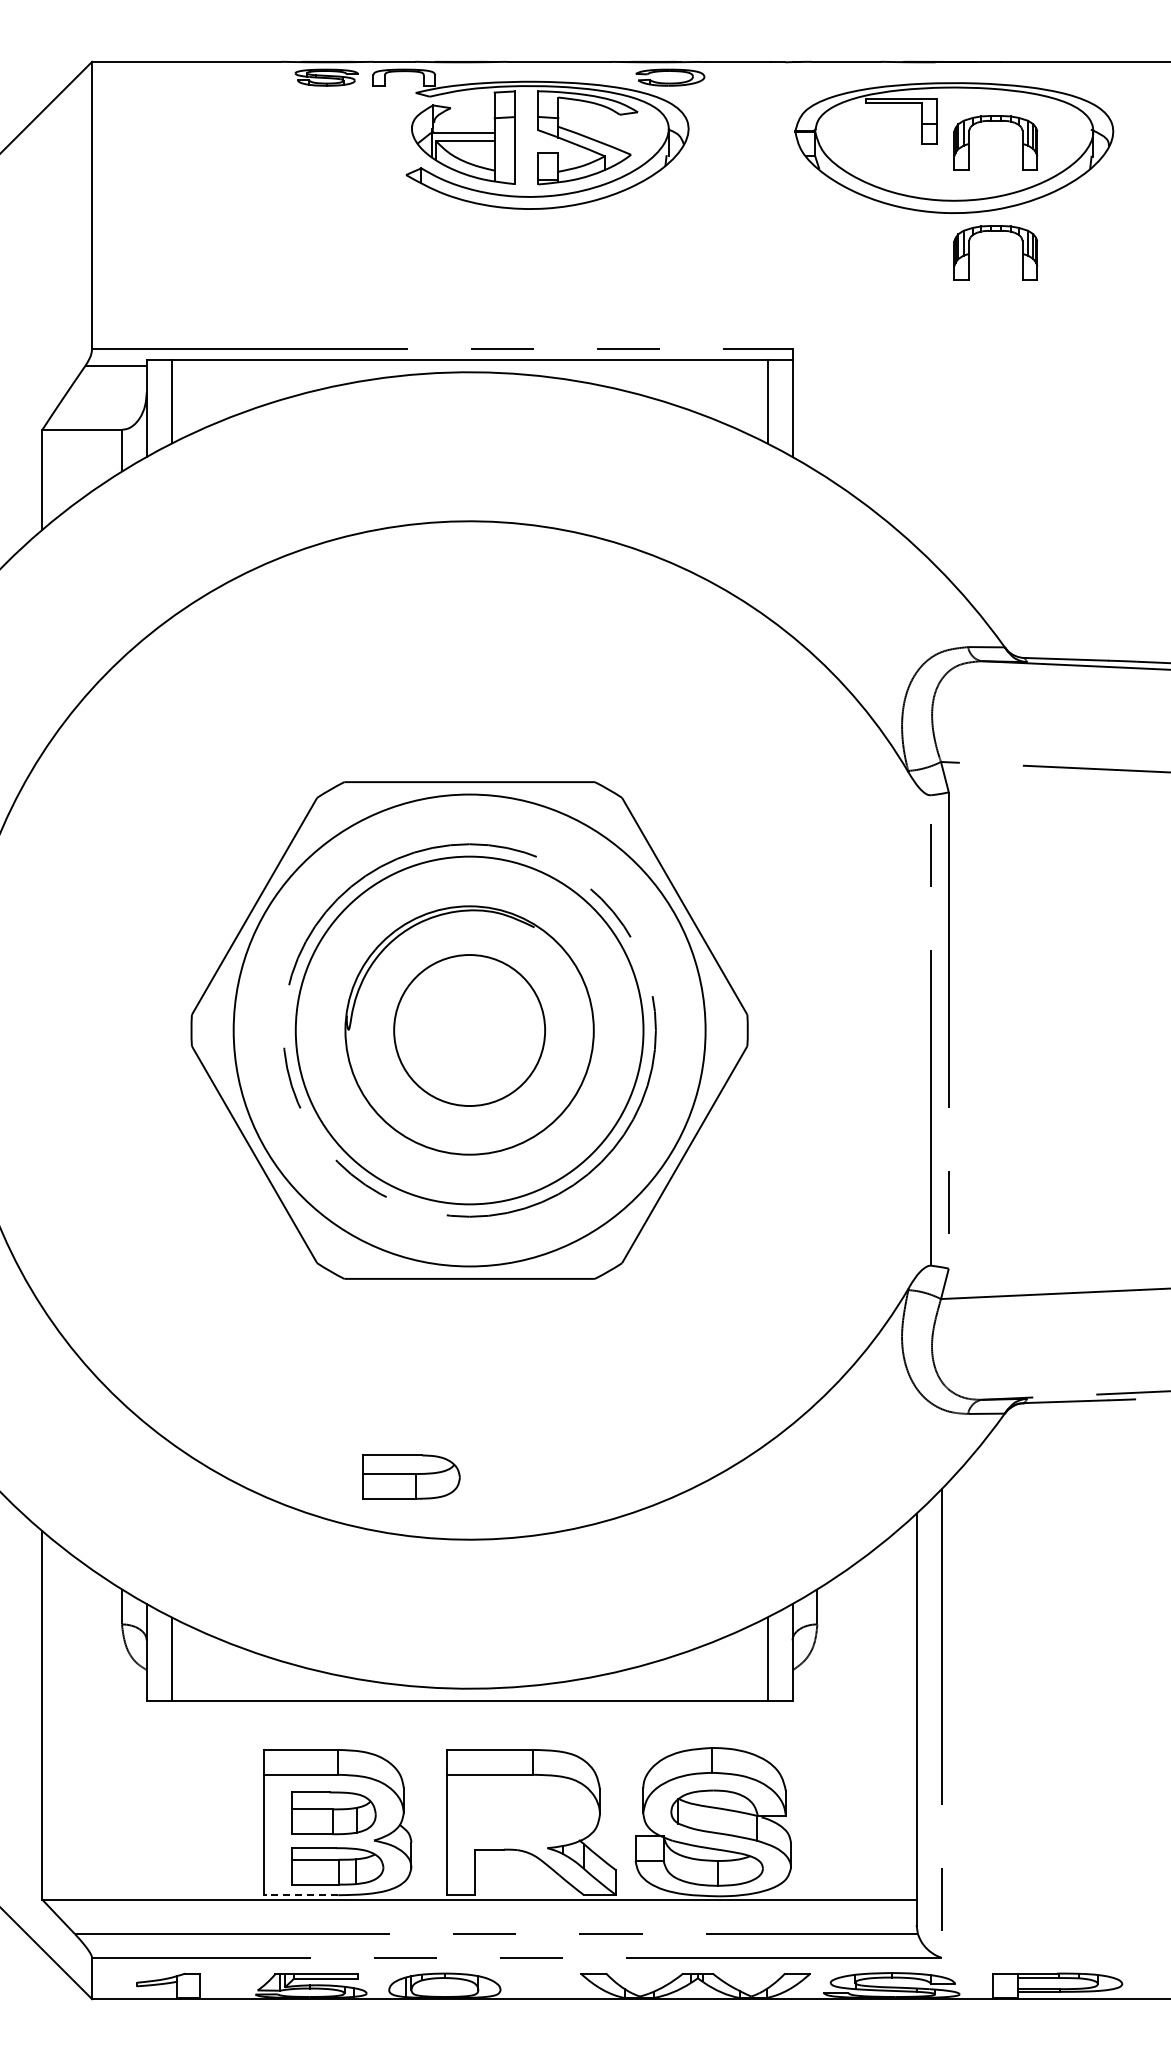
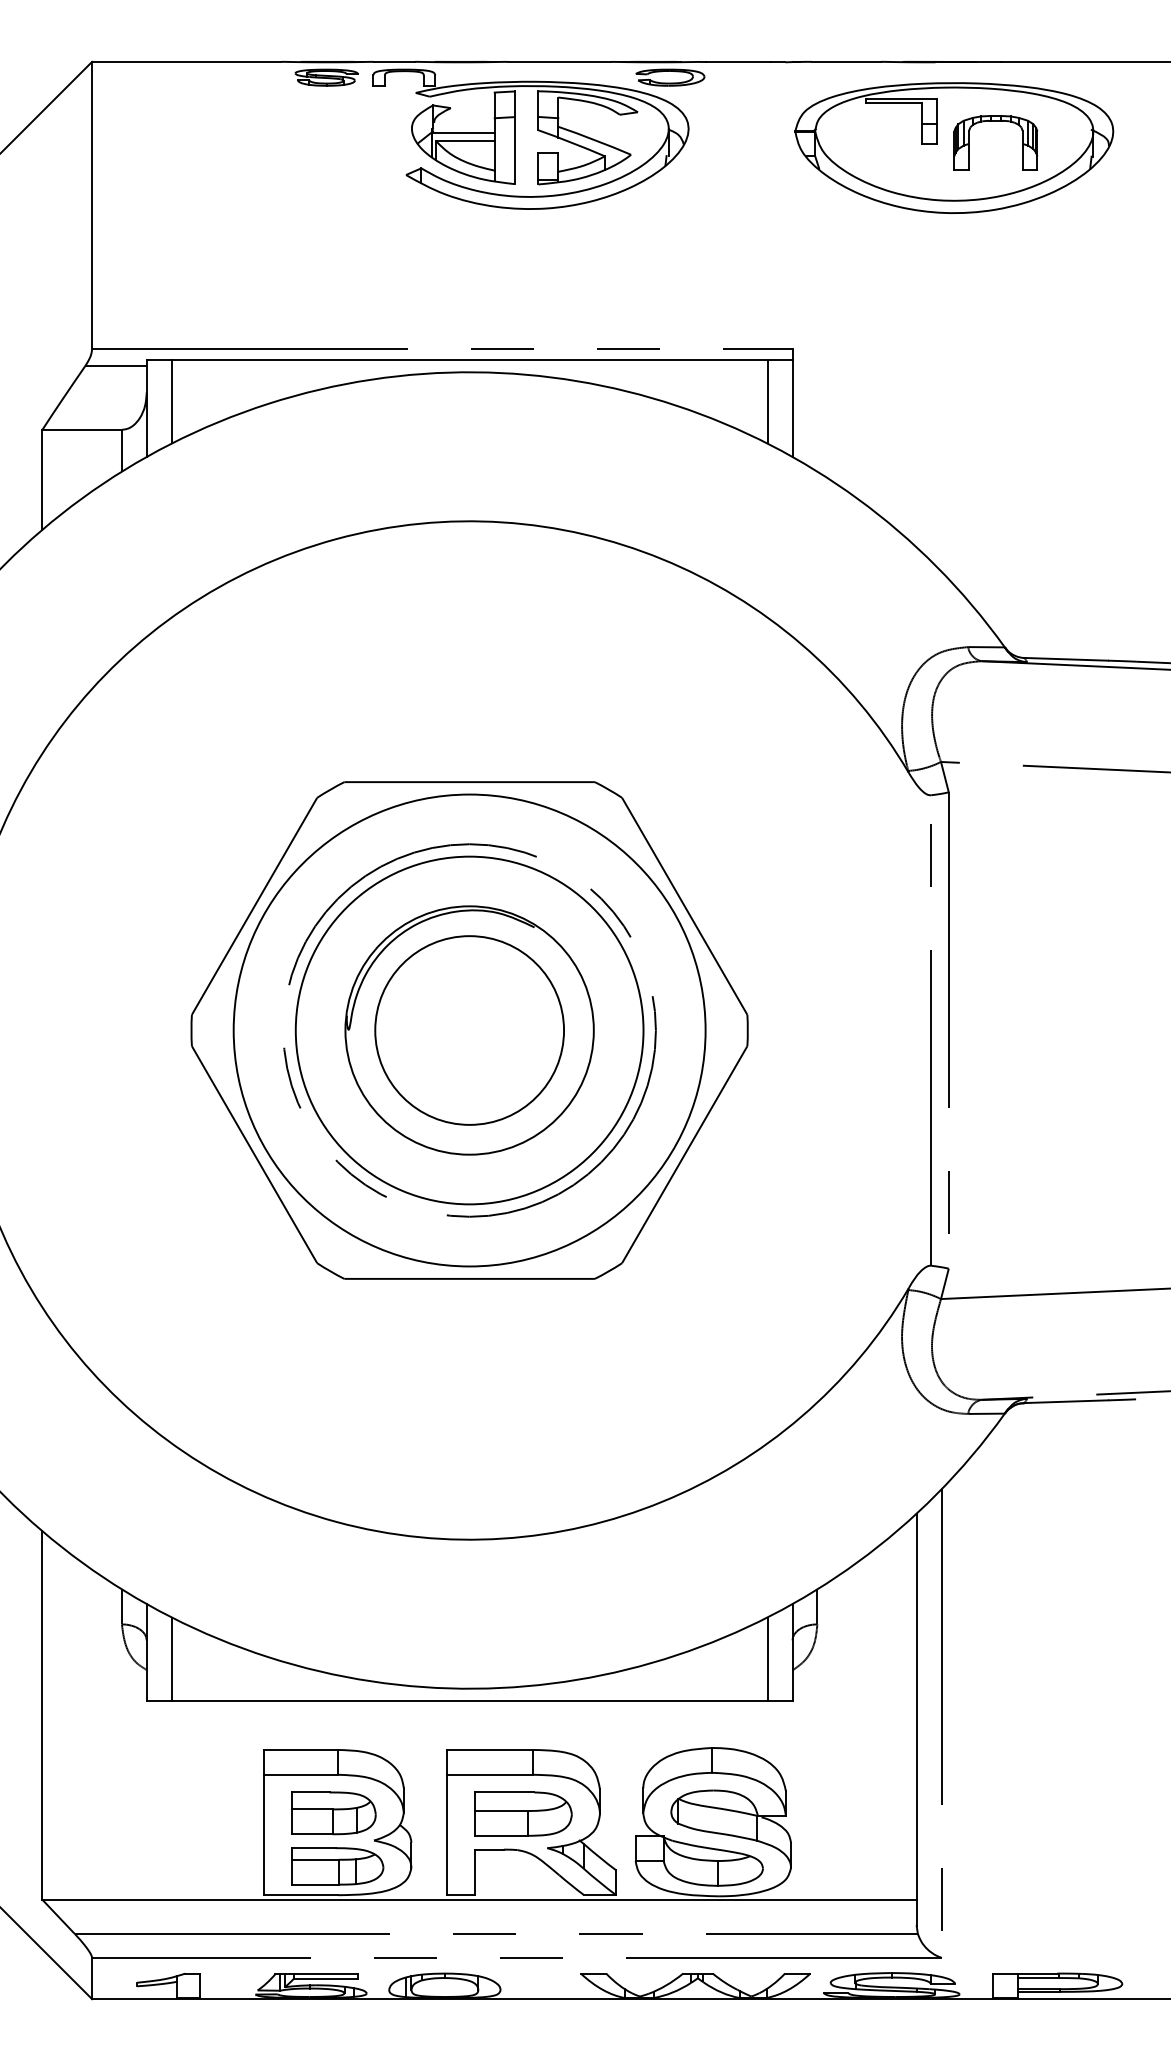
part at (995, 231): present -> none
circle at (469, 1030) diameter: 151 px -> 189 px
part at (411, 1476) position: (411, 1476) -> (523, 1813)
line at (300, 1895): dashed -> solid
